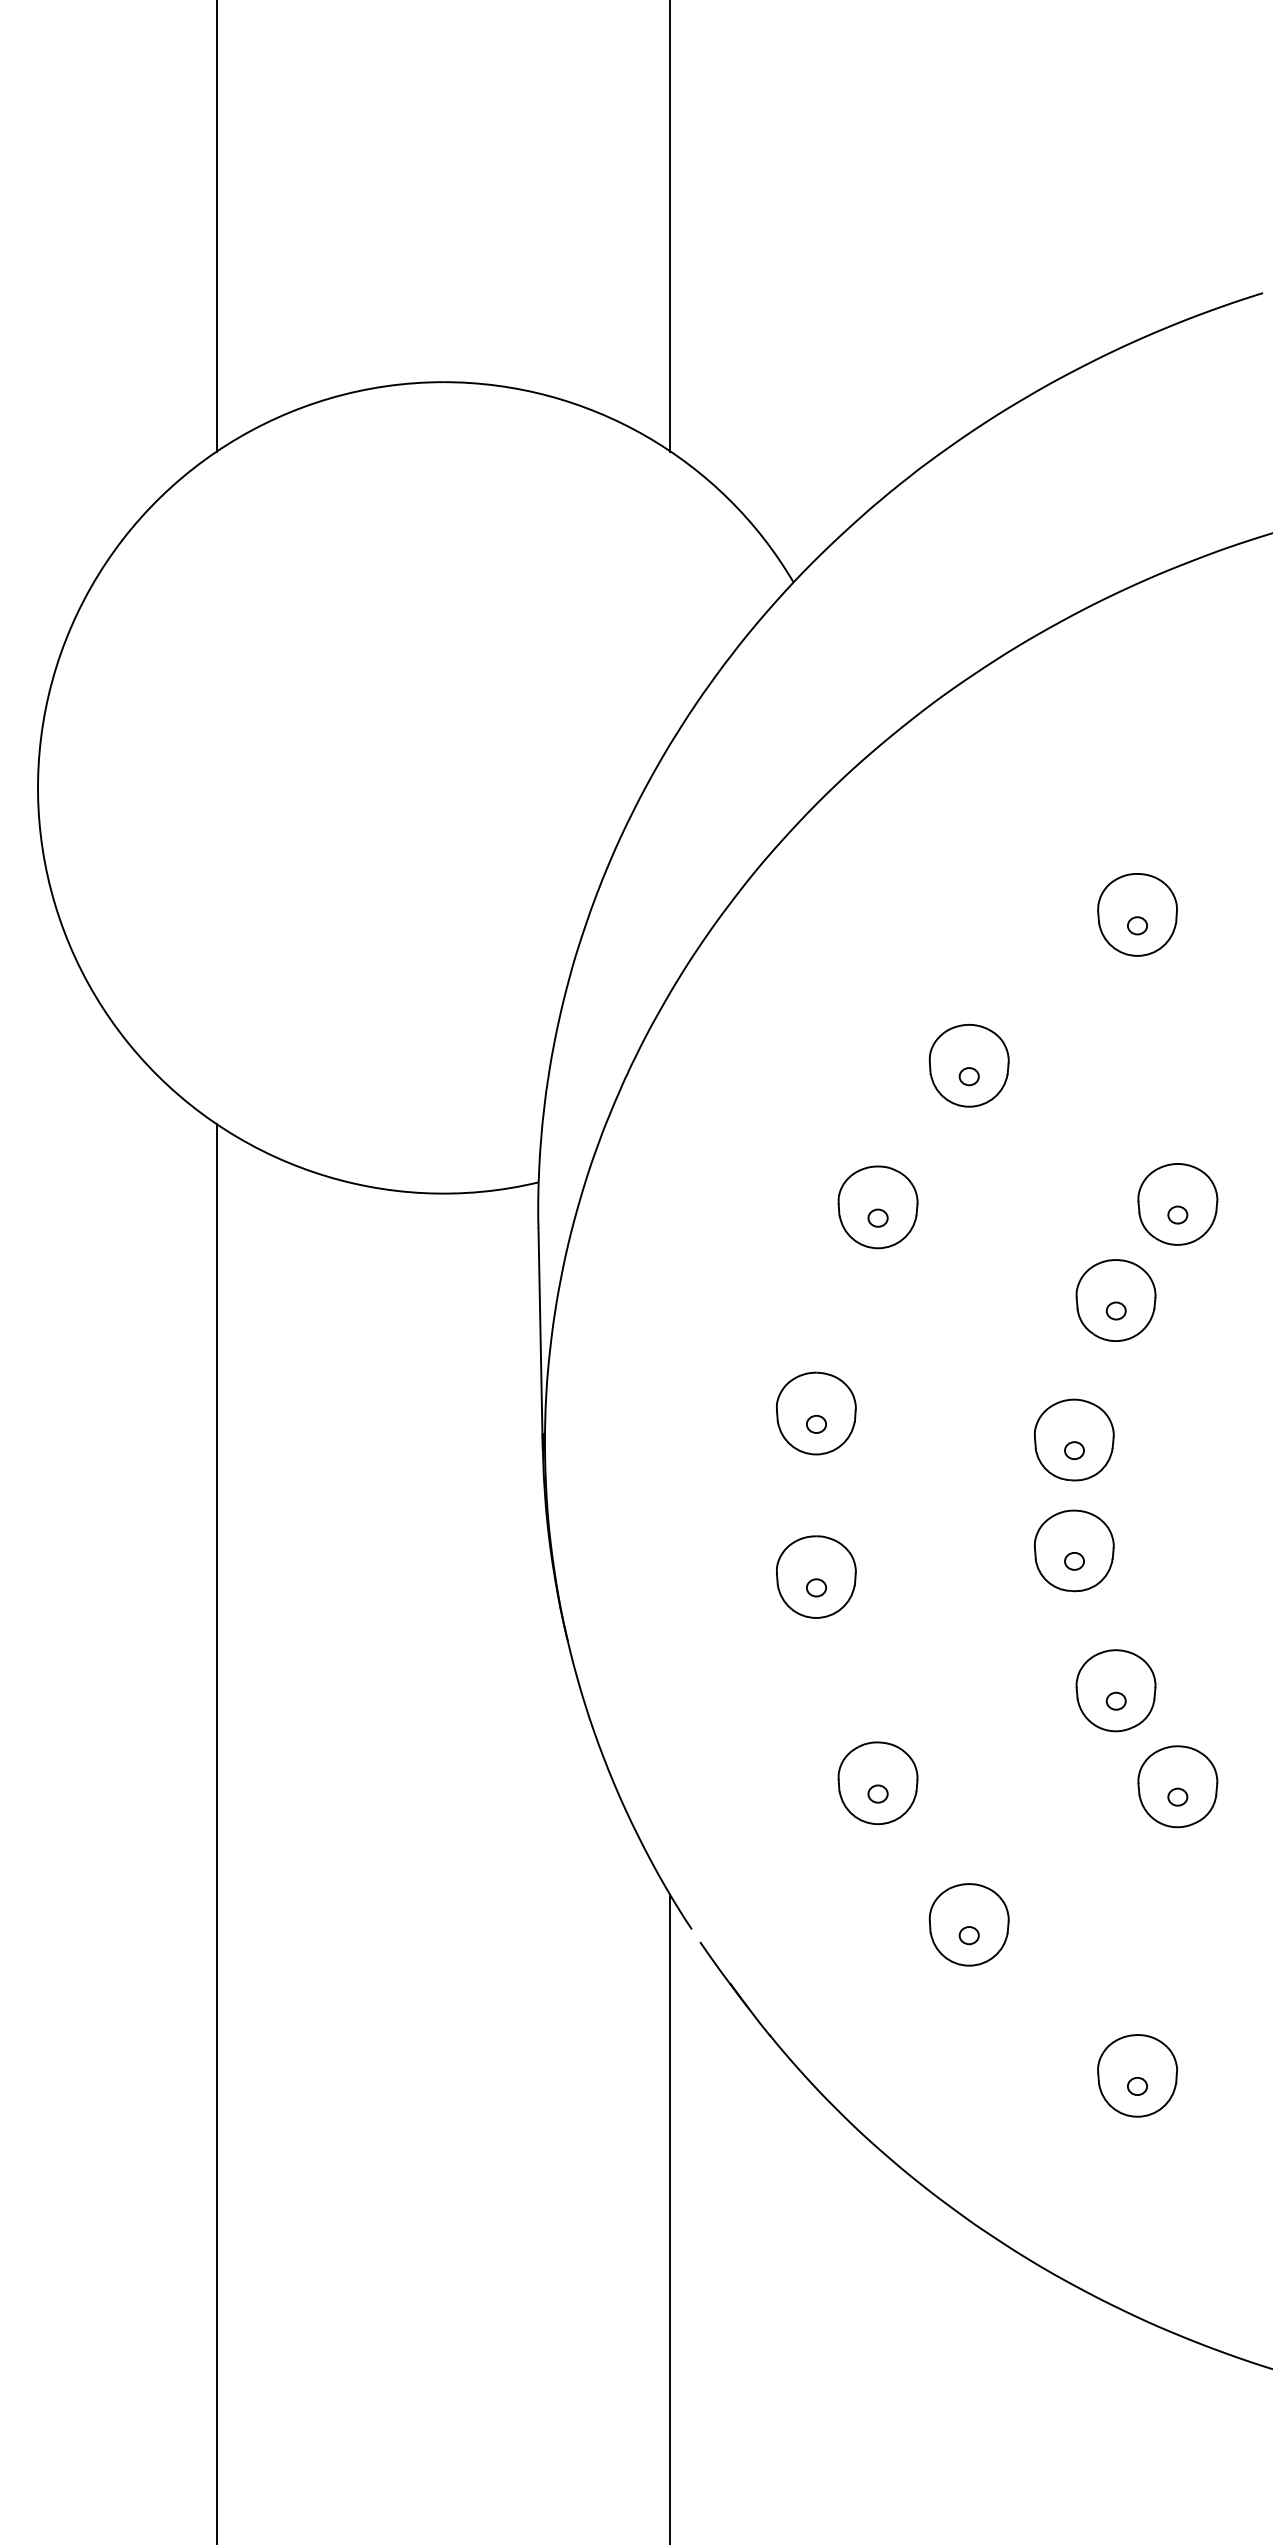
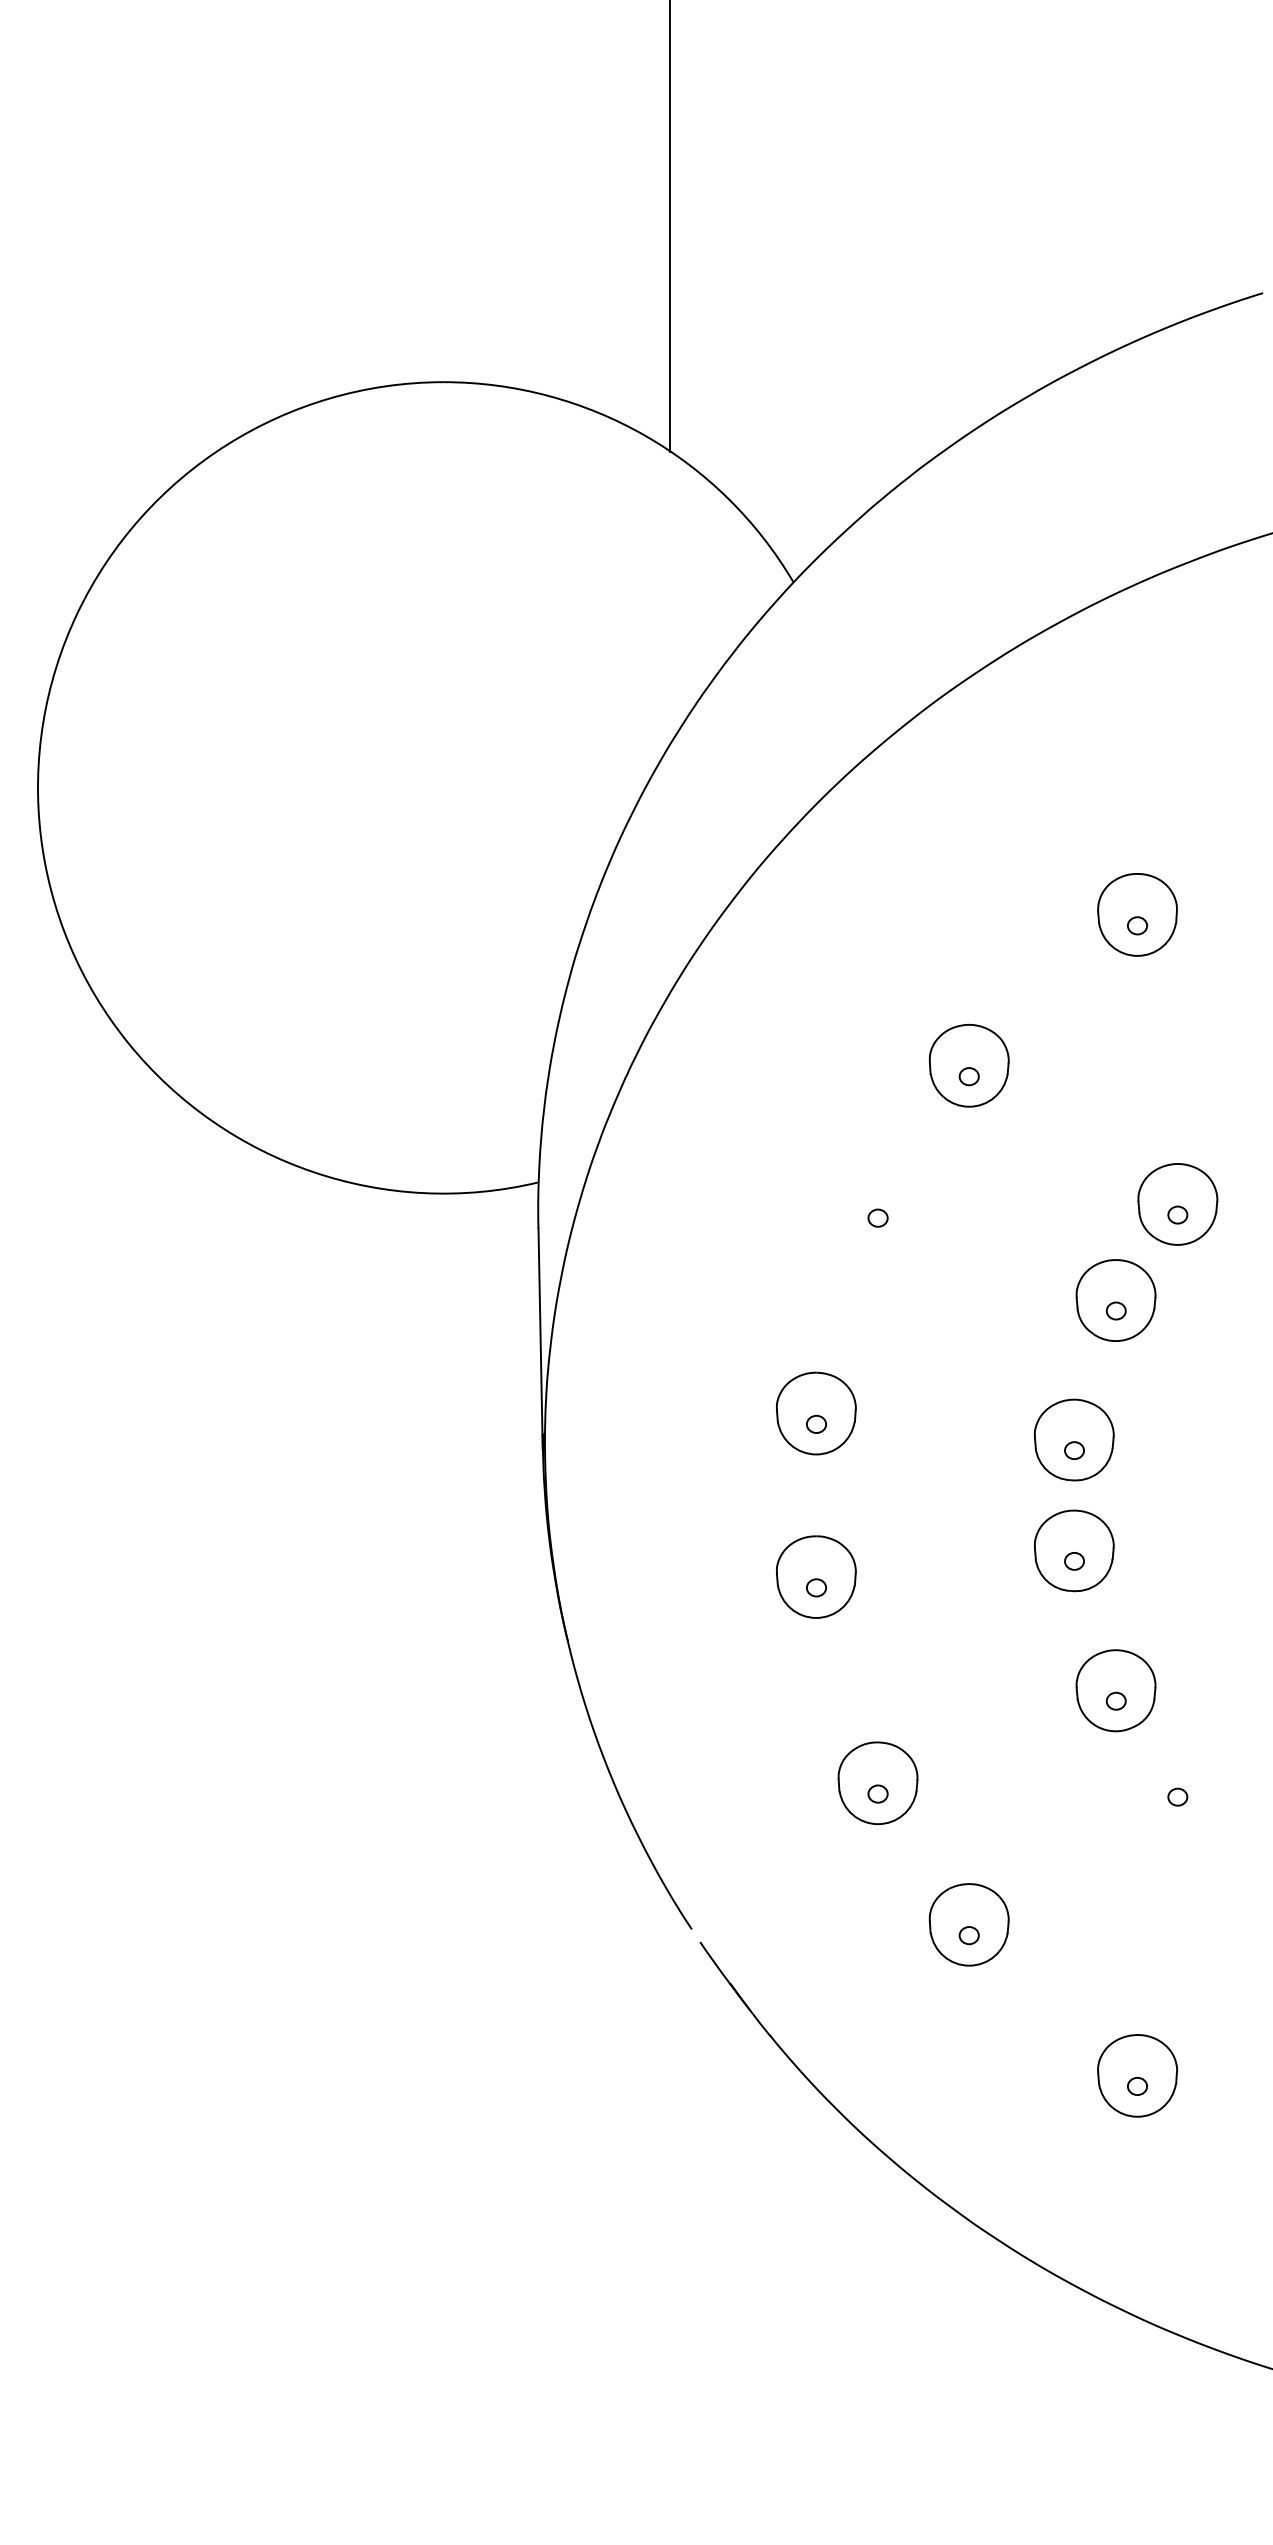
line at (217, 226): present -> none
part at (877, 1207): present -> none
part at (1177, 1786): present -> none
line at (217, 1832): present -> none
line at (670, 2218): present -> none
